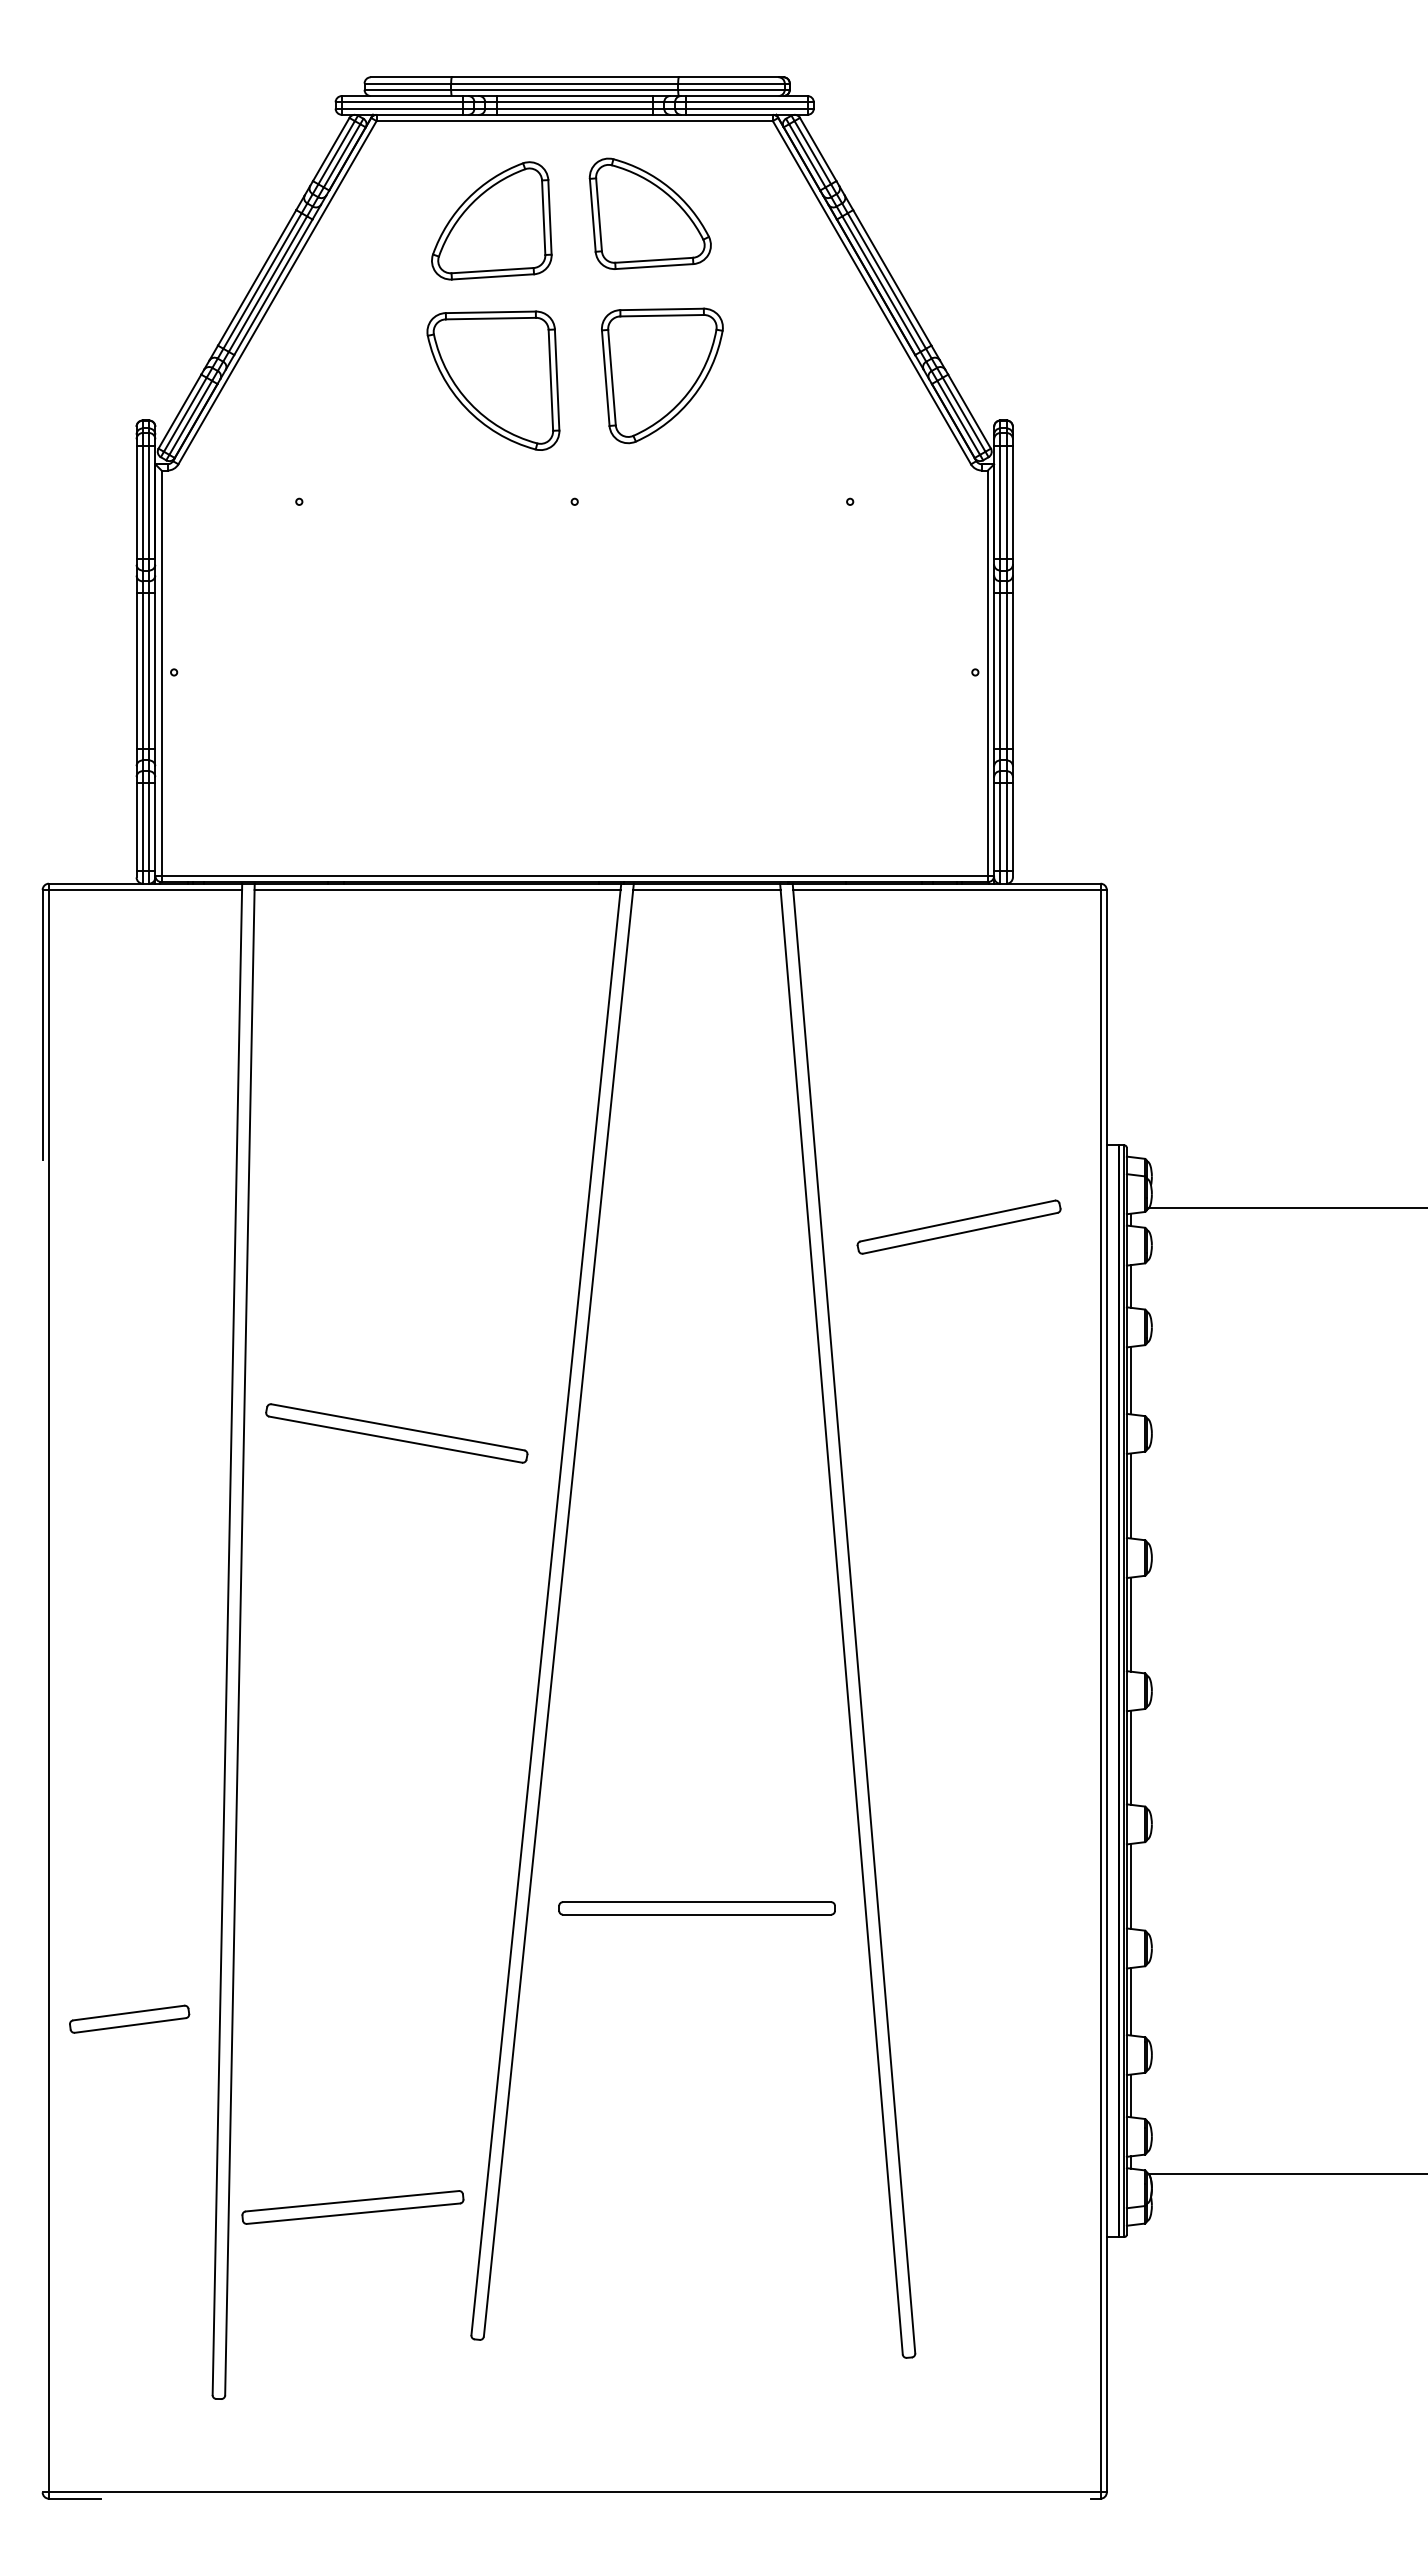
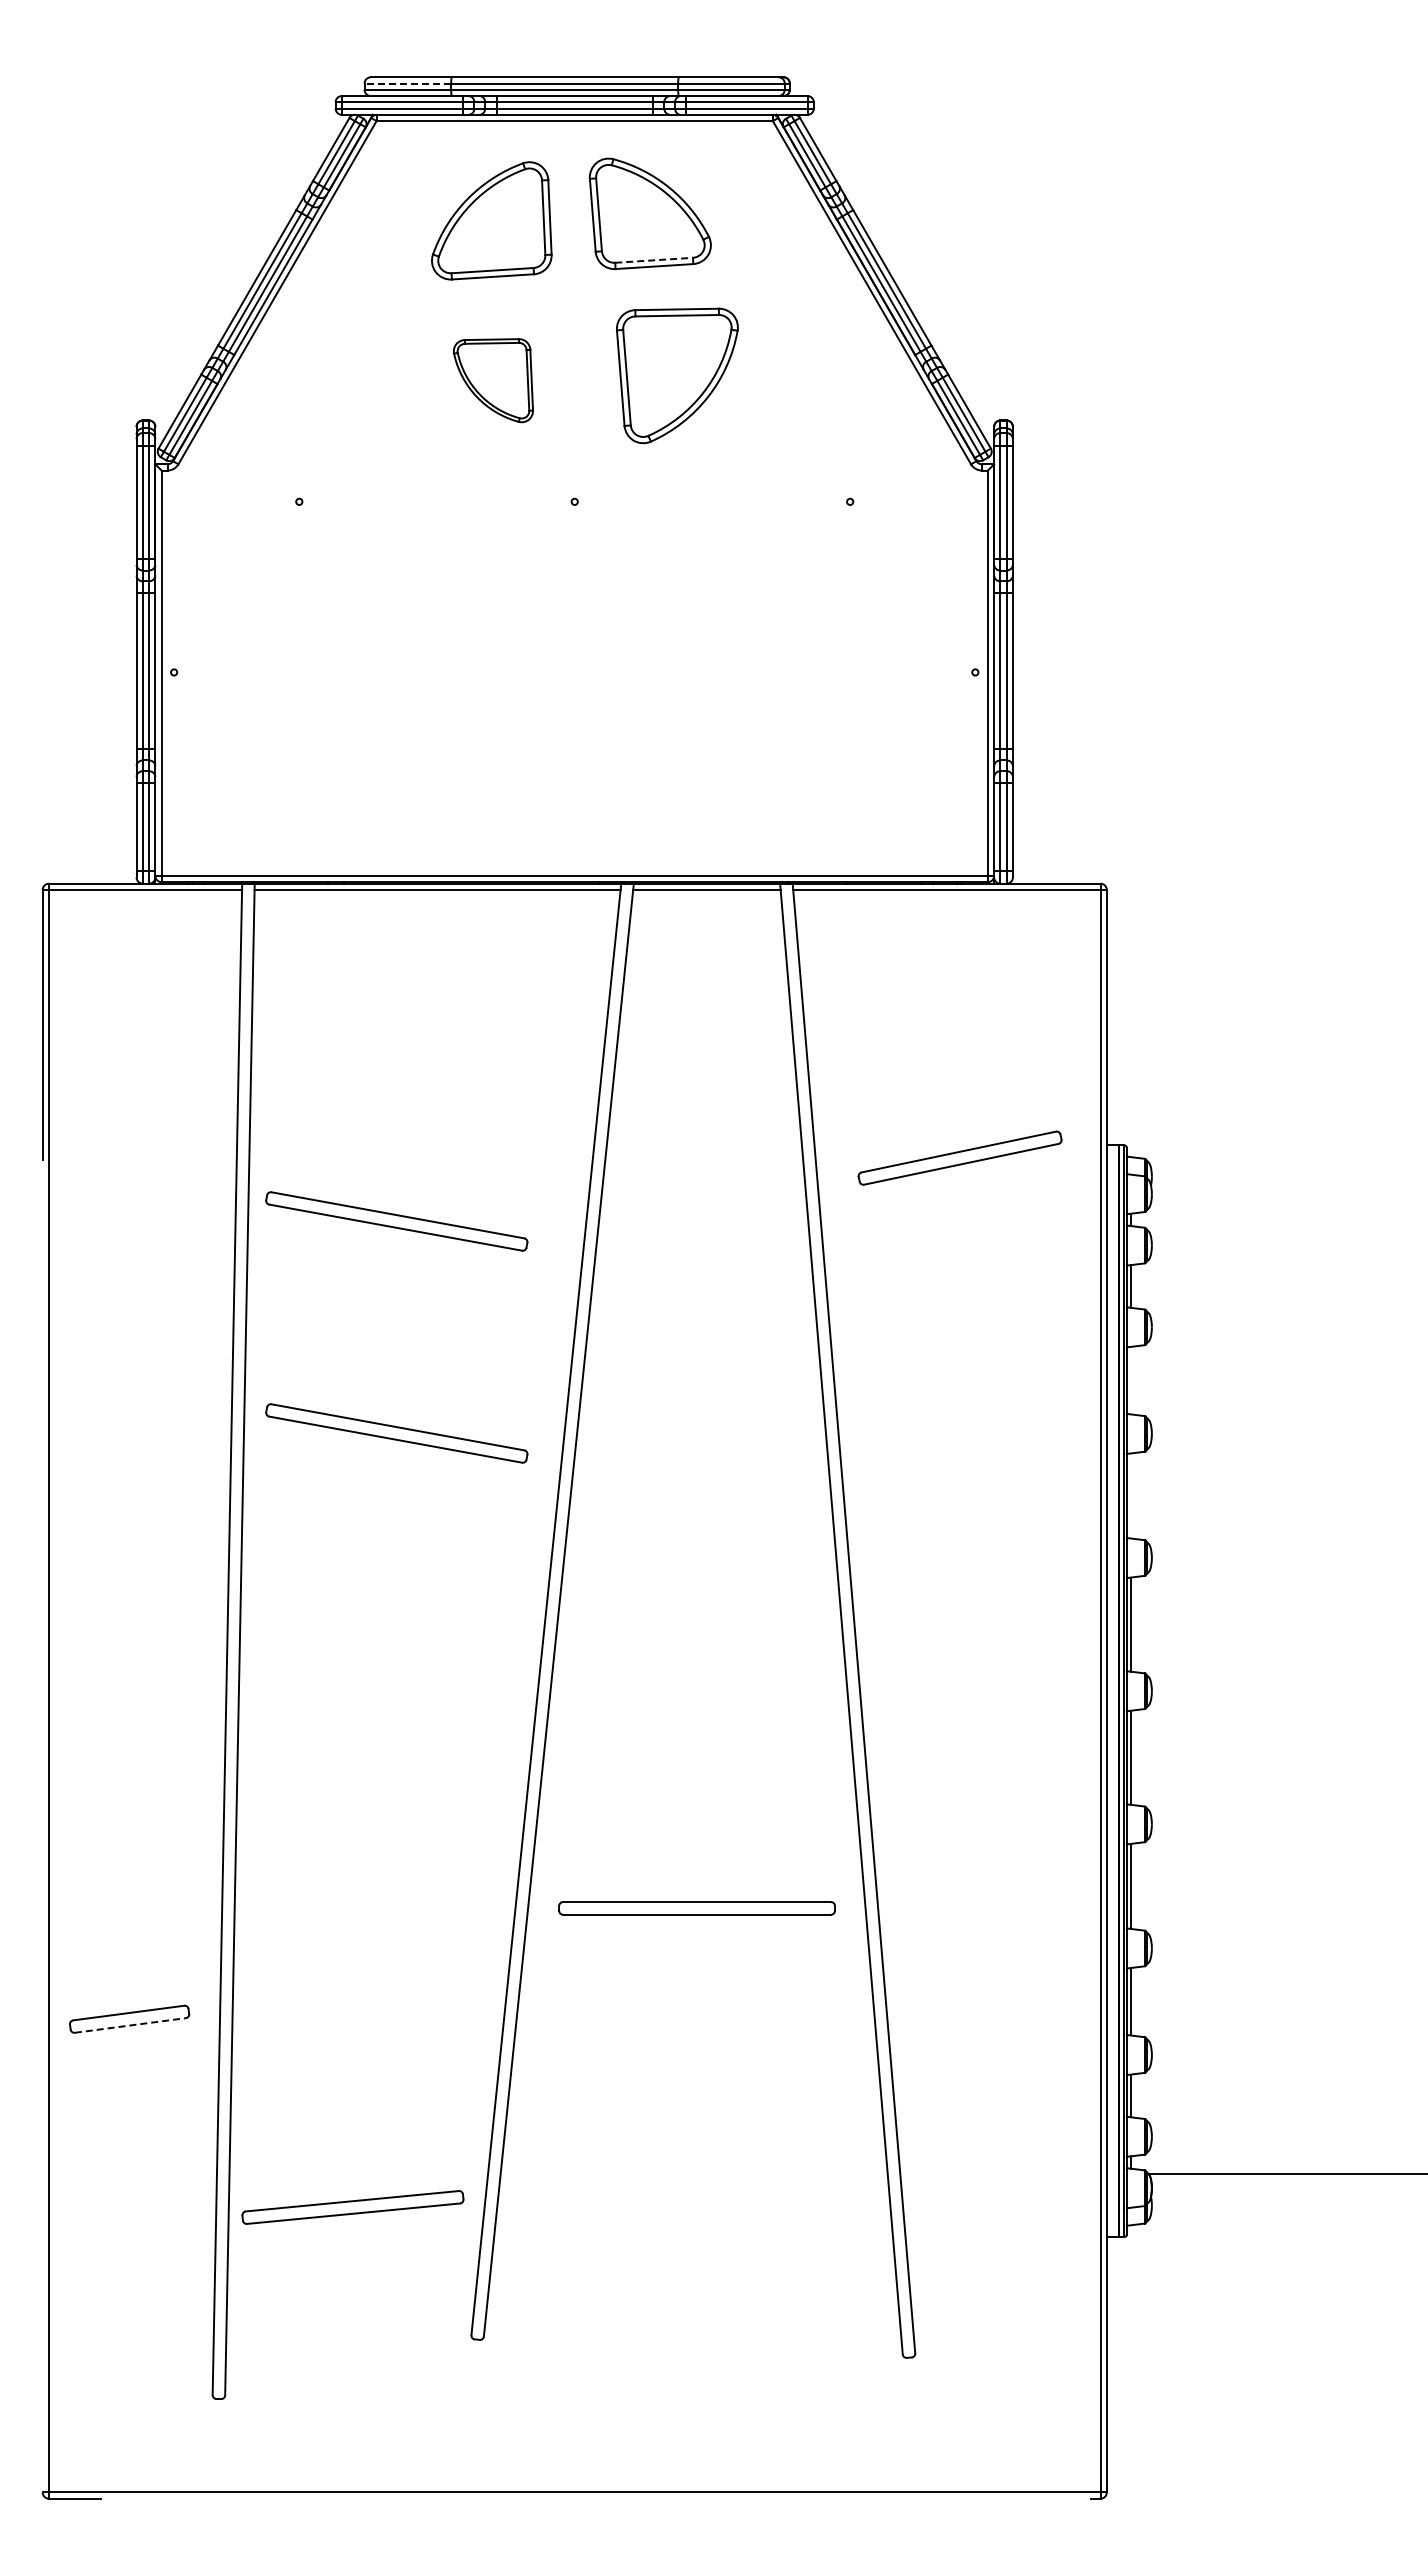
line at (407, 83): solid -> dashed
line at (654, 260): solid -> dashed
part at (662, 375) position: (662, 375) -> (677, 375)
part at (493, 380) size: 135x141 px -> 81x86 px
line at (1286, 1207): present -> none
part at (396, 1221): none -> present
part at (958, 1226) position: (958, 1226) -> (959, 1157)
line at (1130, 1380): present -> none
line at (1130, 1495): present -> none
line at (130, 2025): solid -> dashed
